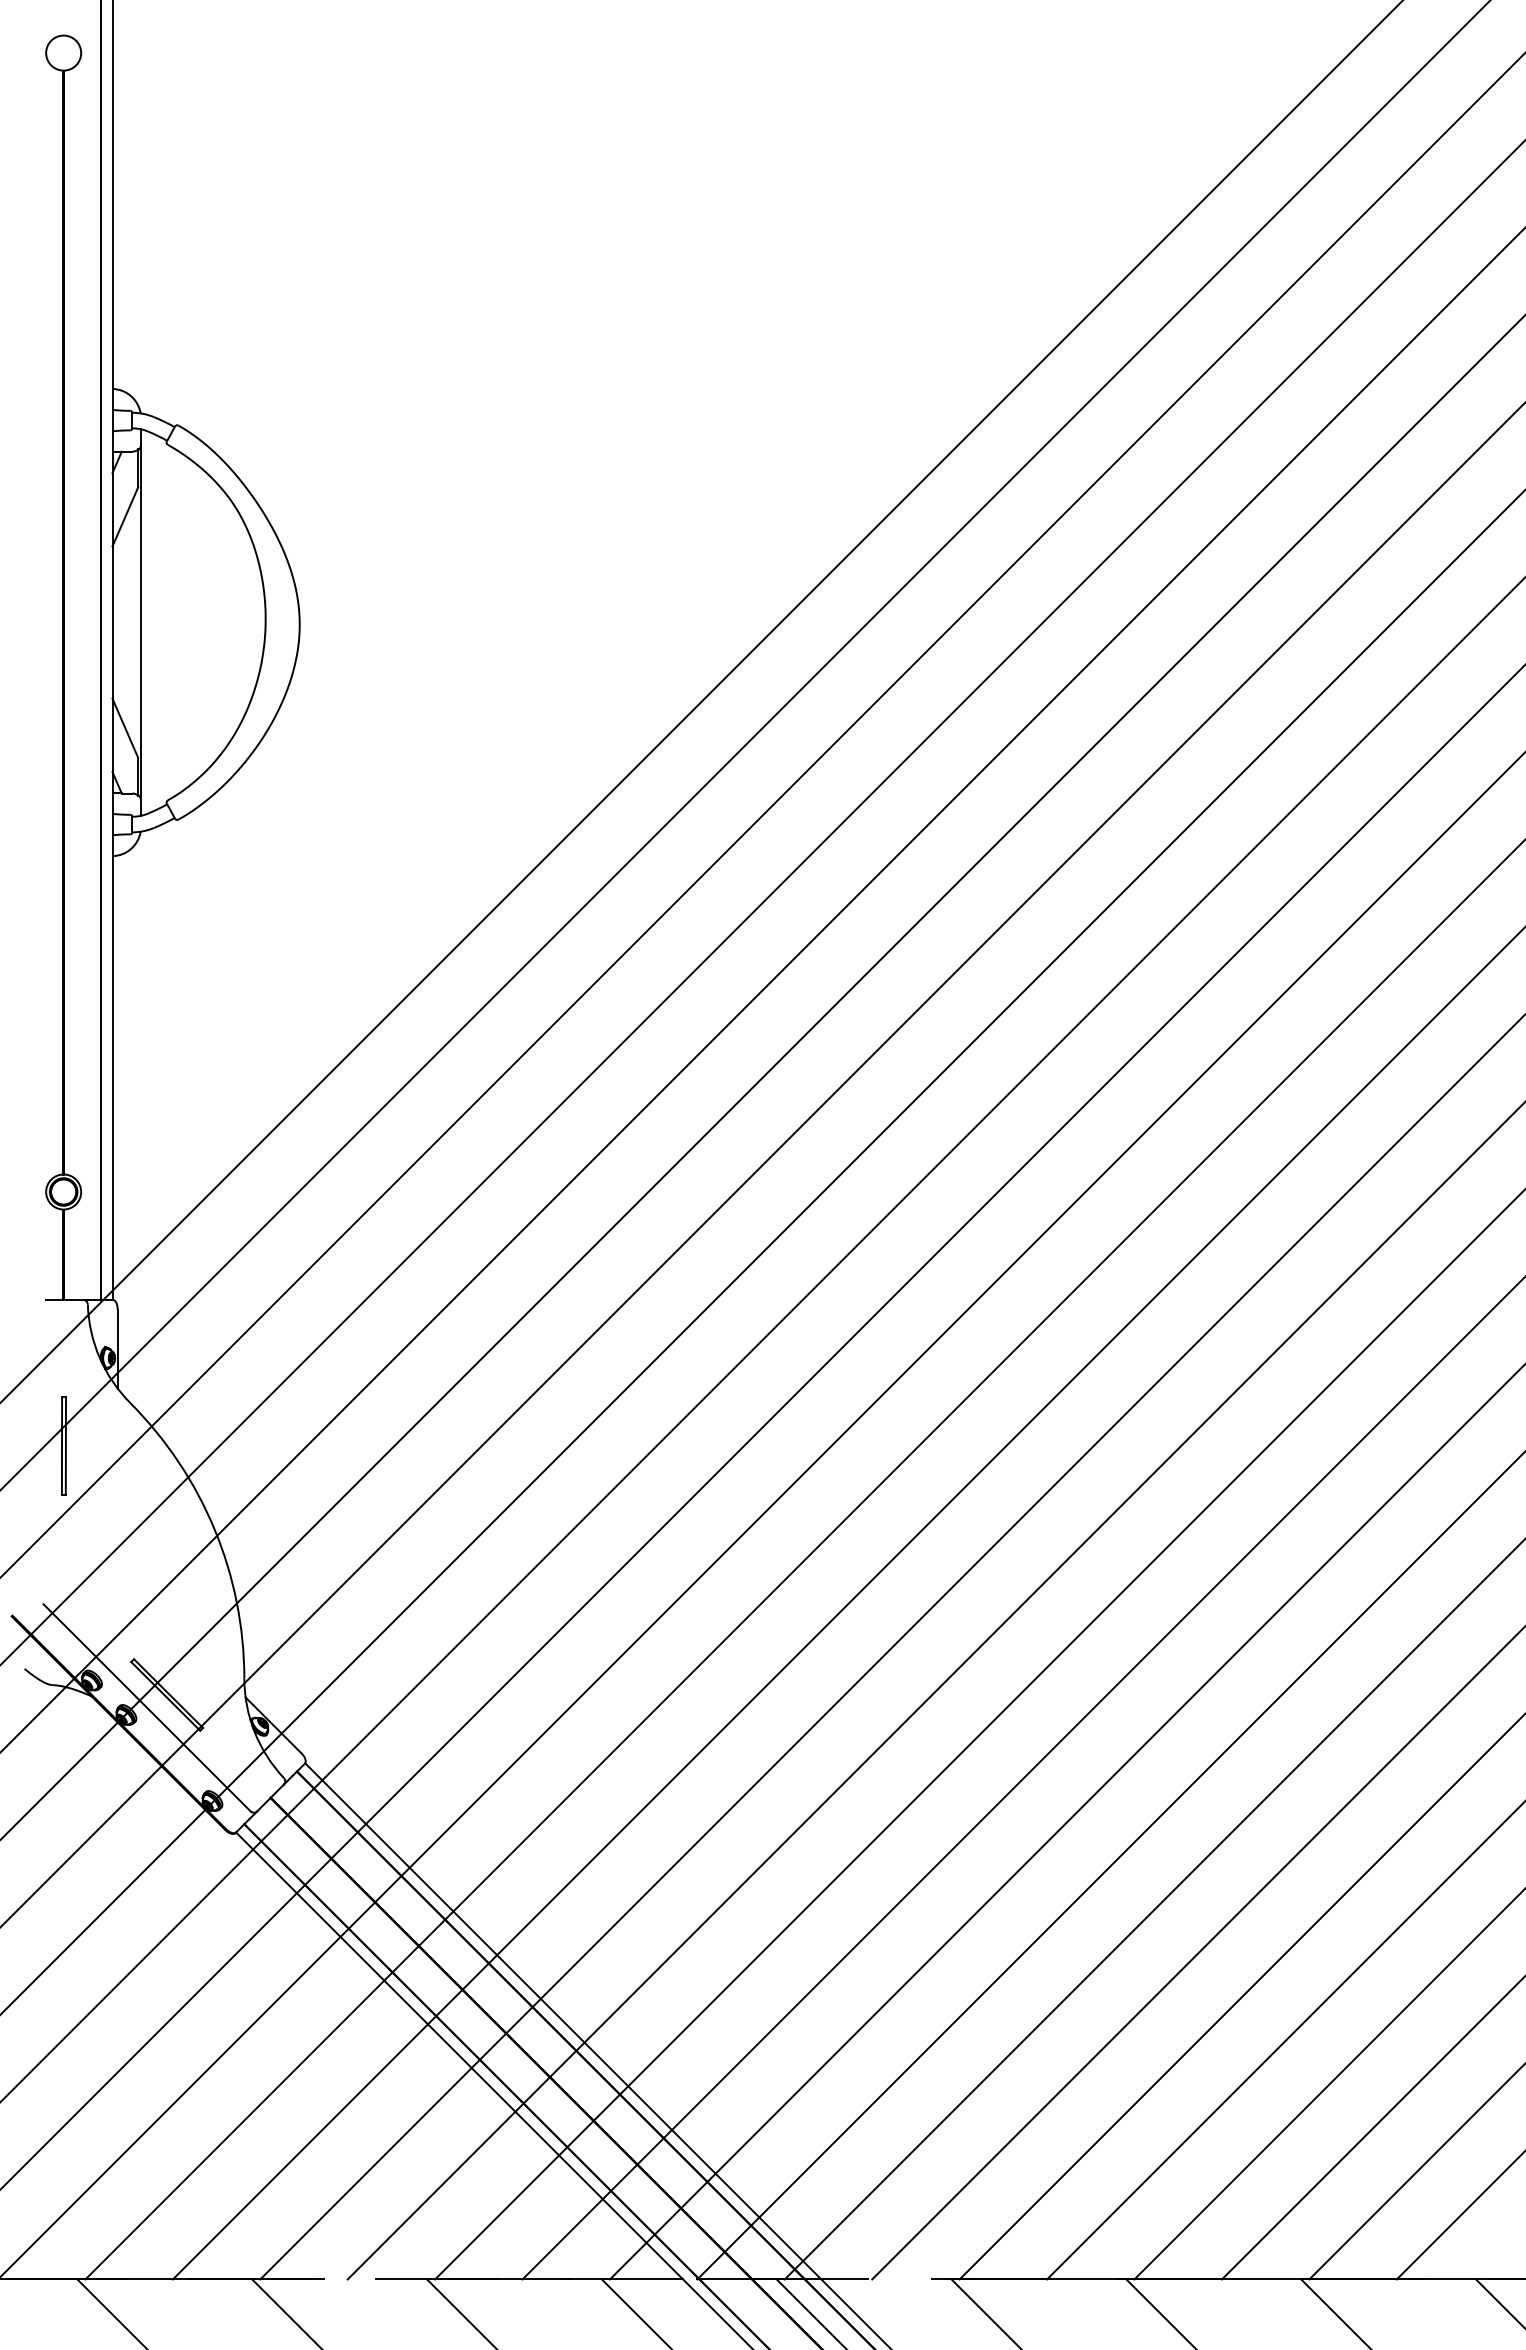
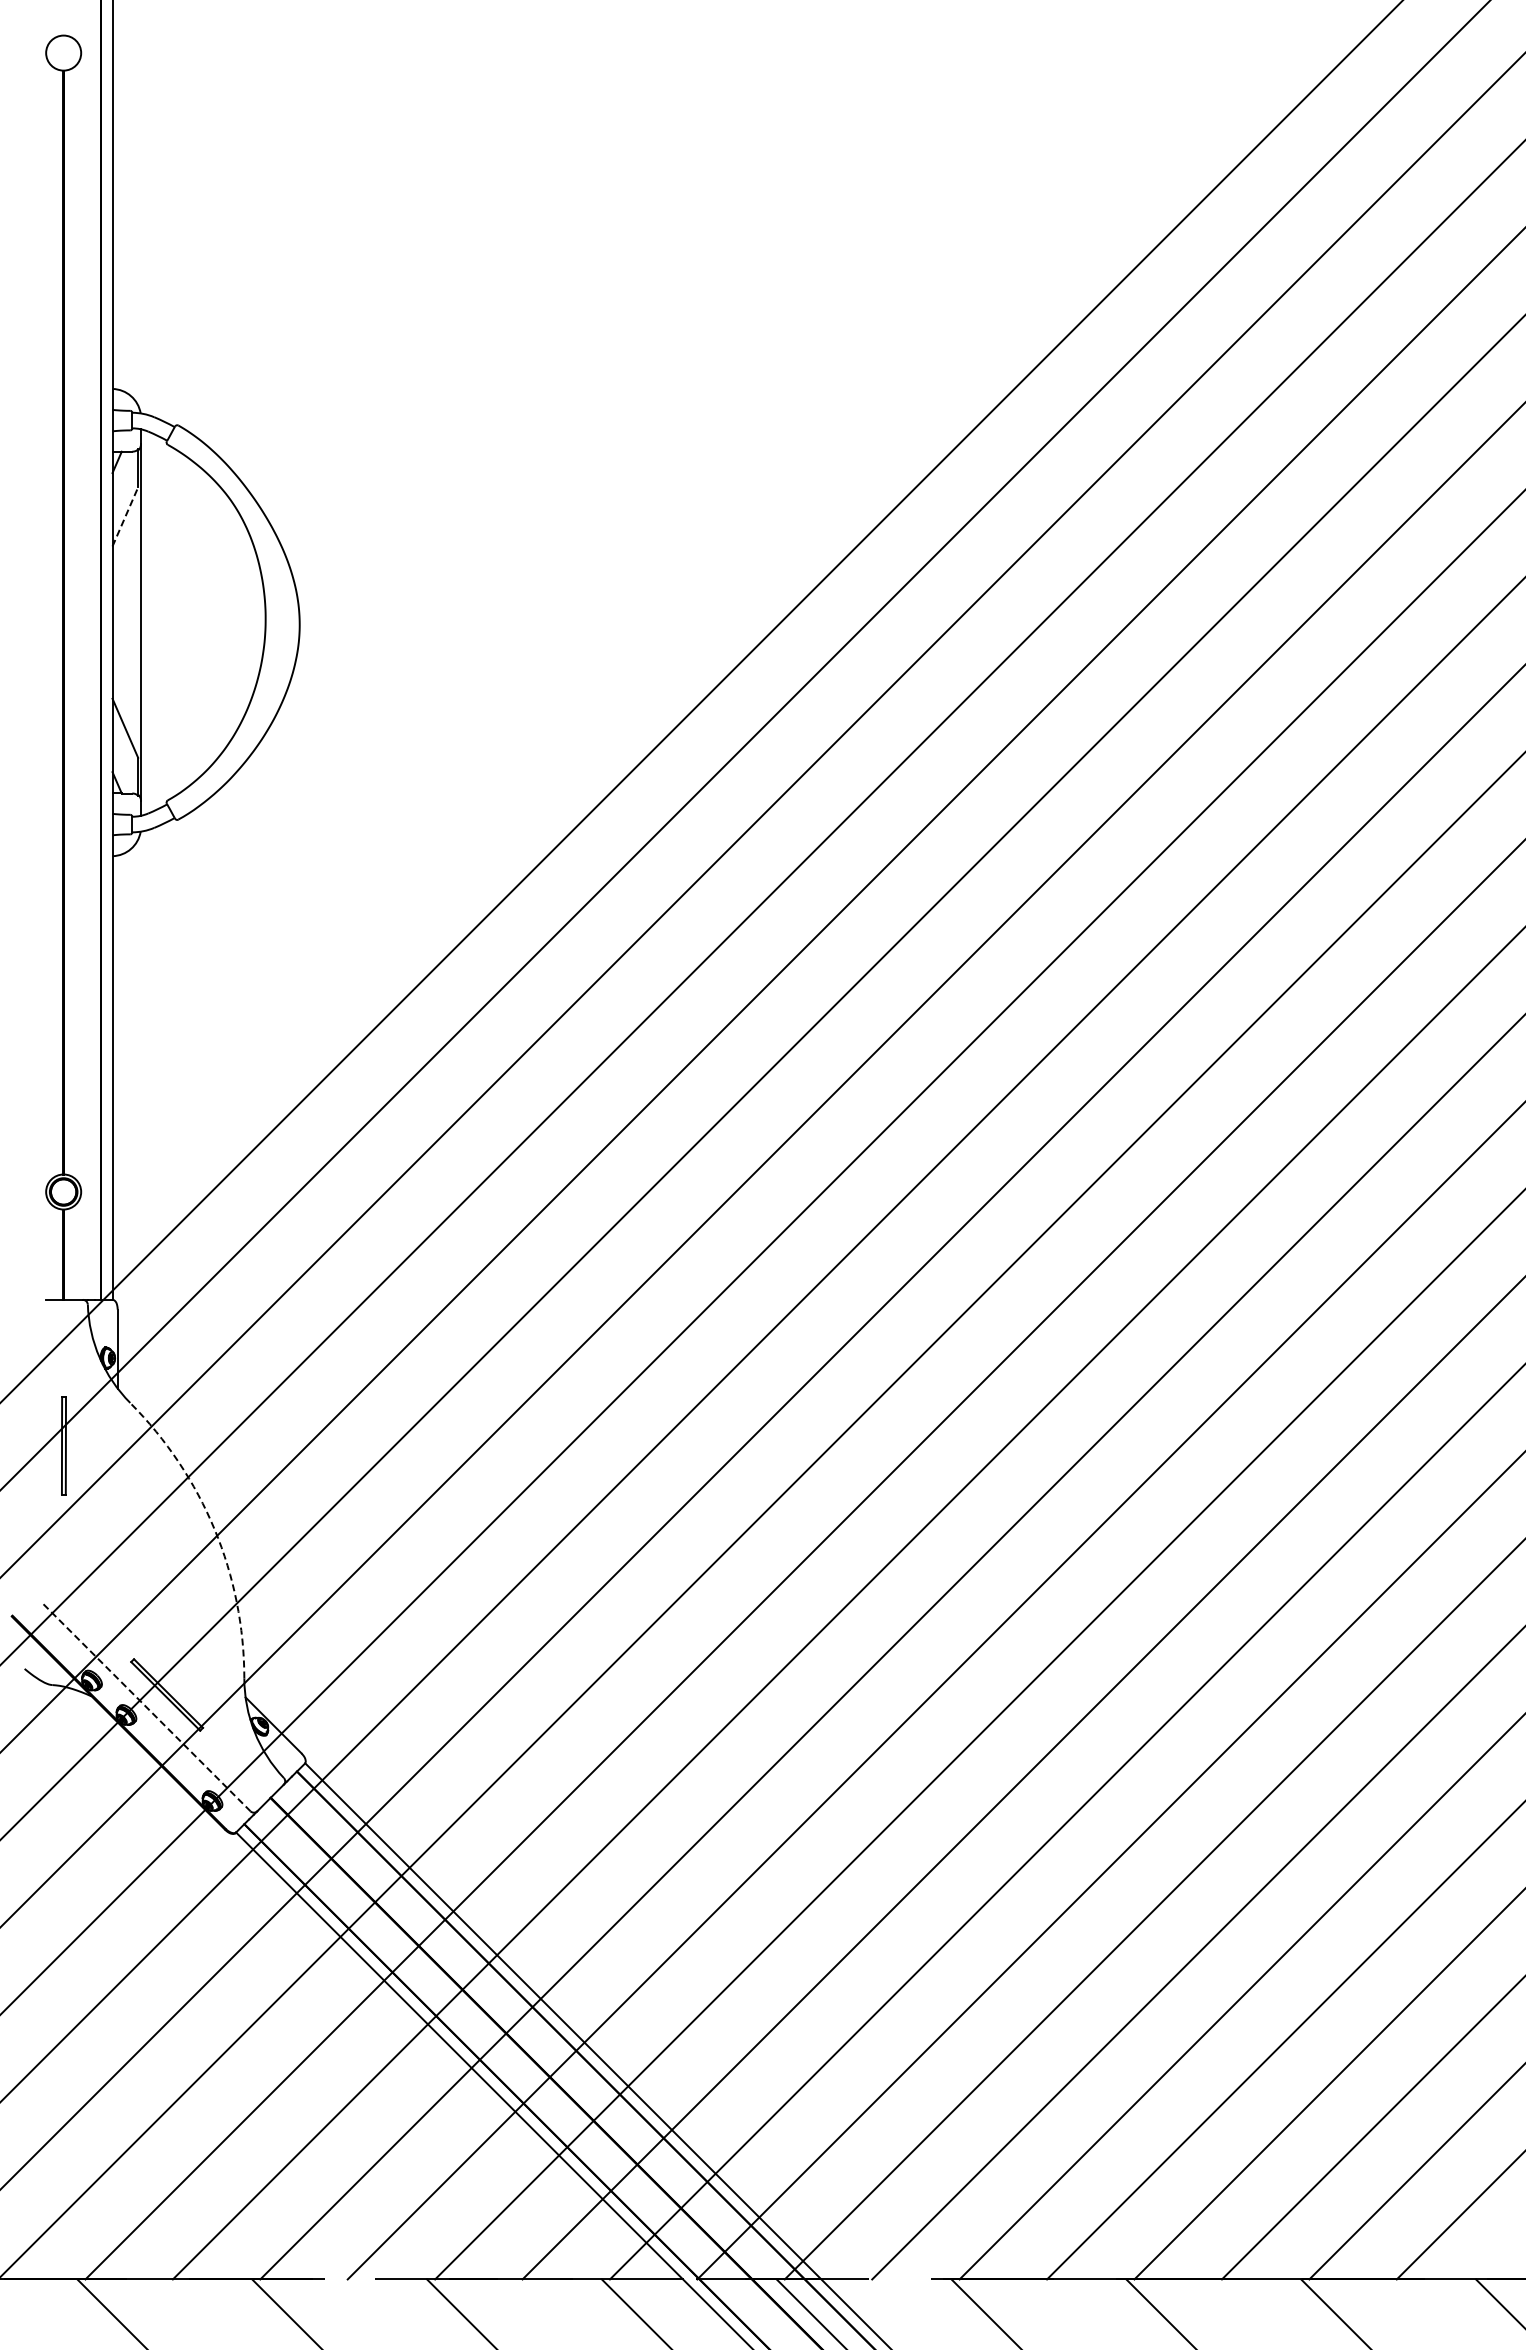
line at (125, 516): solid -> dashed
arc at (214, 1529): solid -> dashed
line at (147, 1708): solid -> dashed
